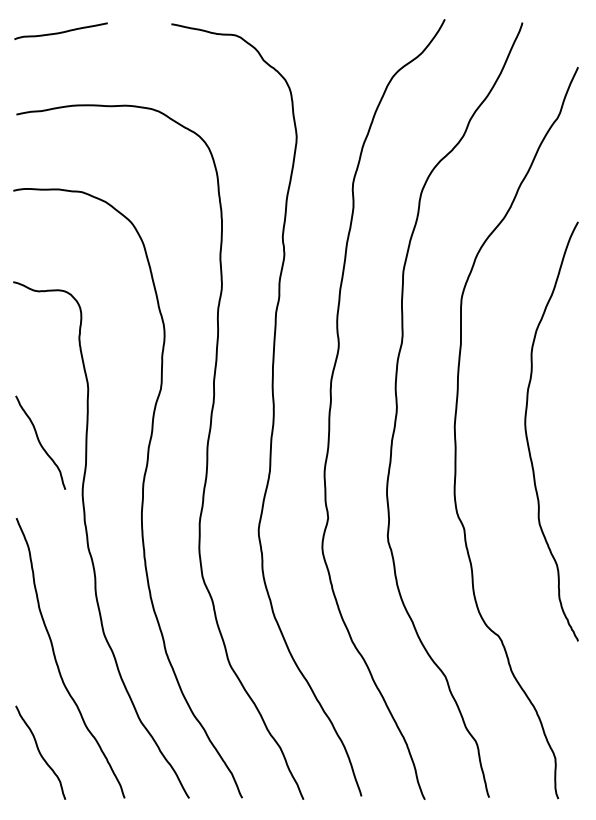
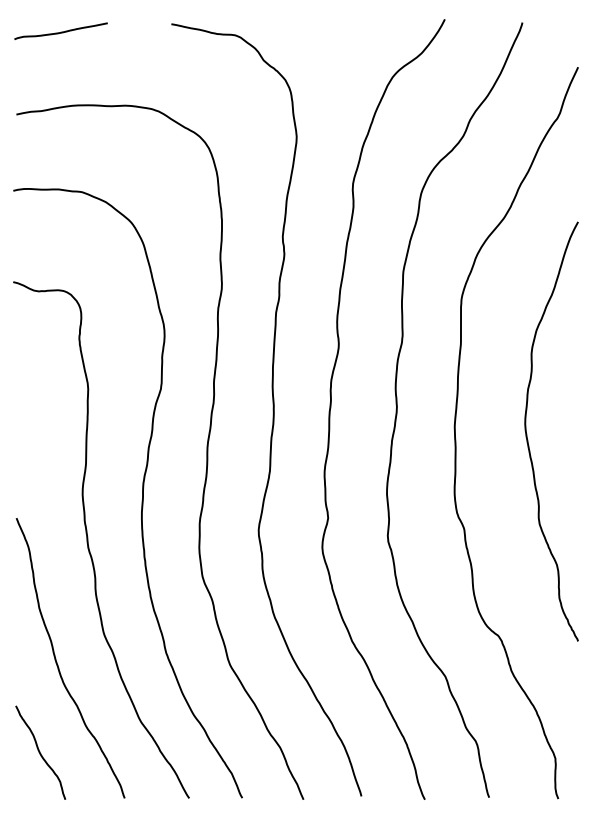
curve at (40, 442): present -> none
